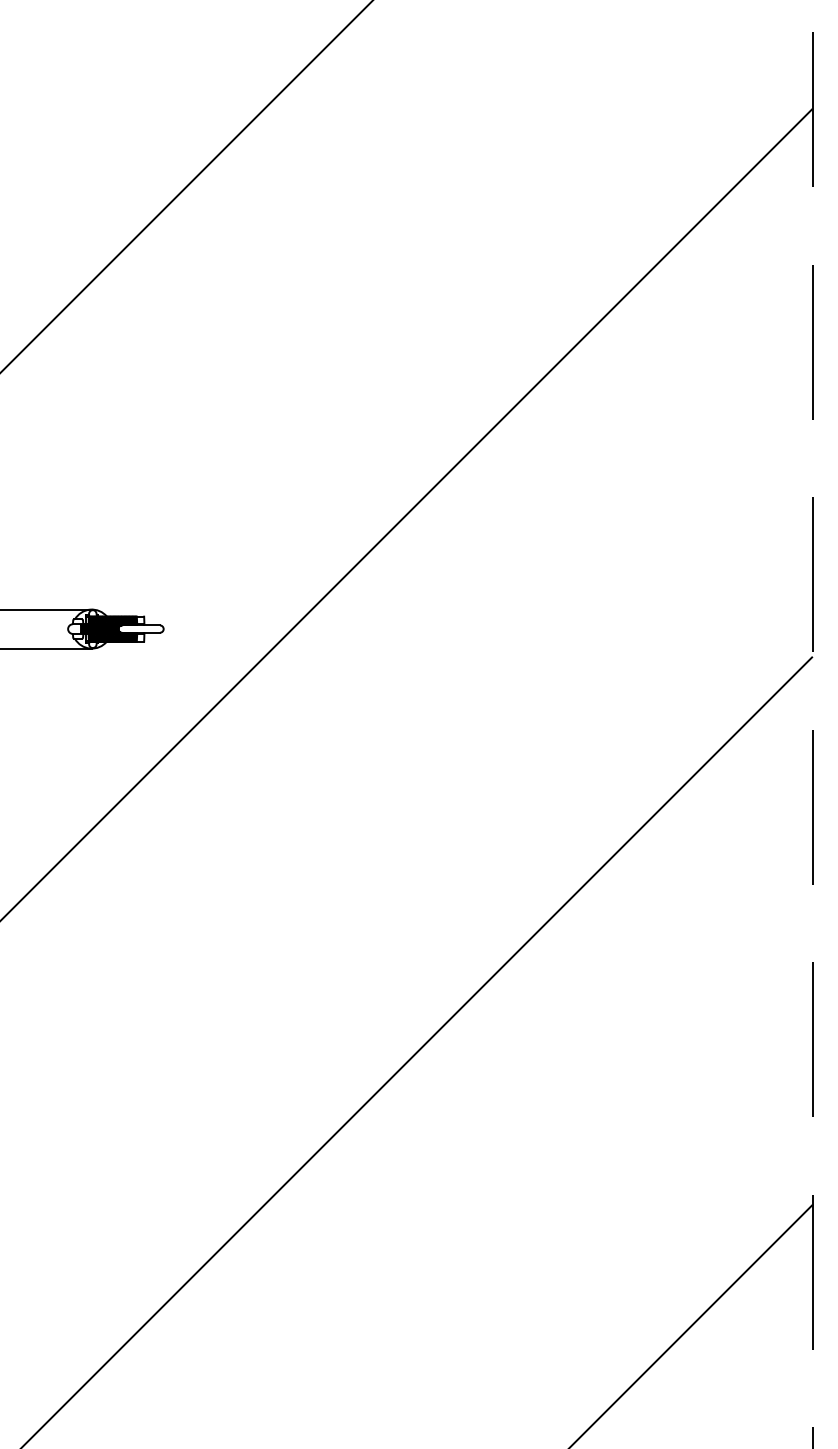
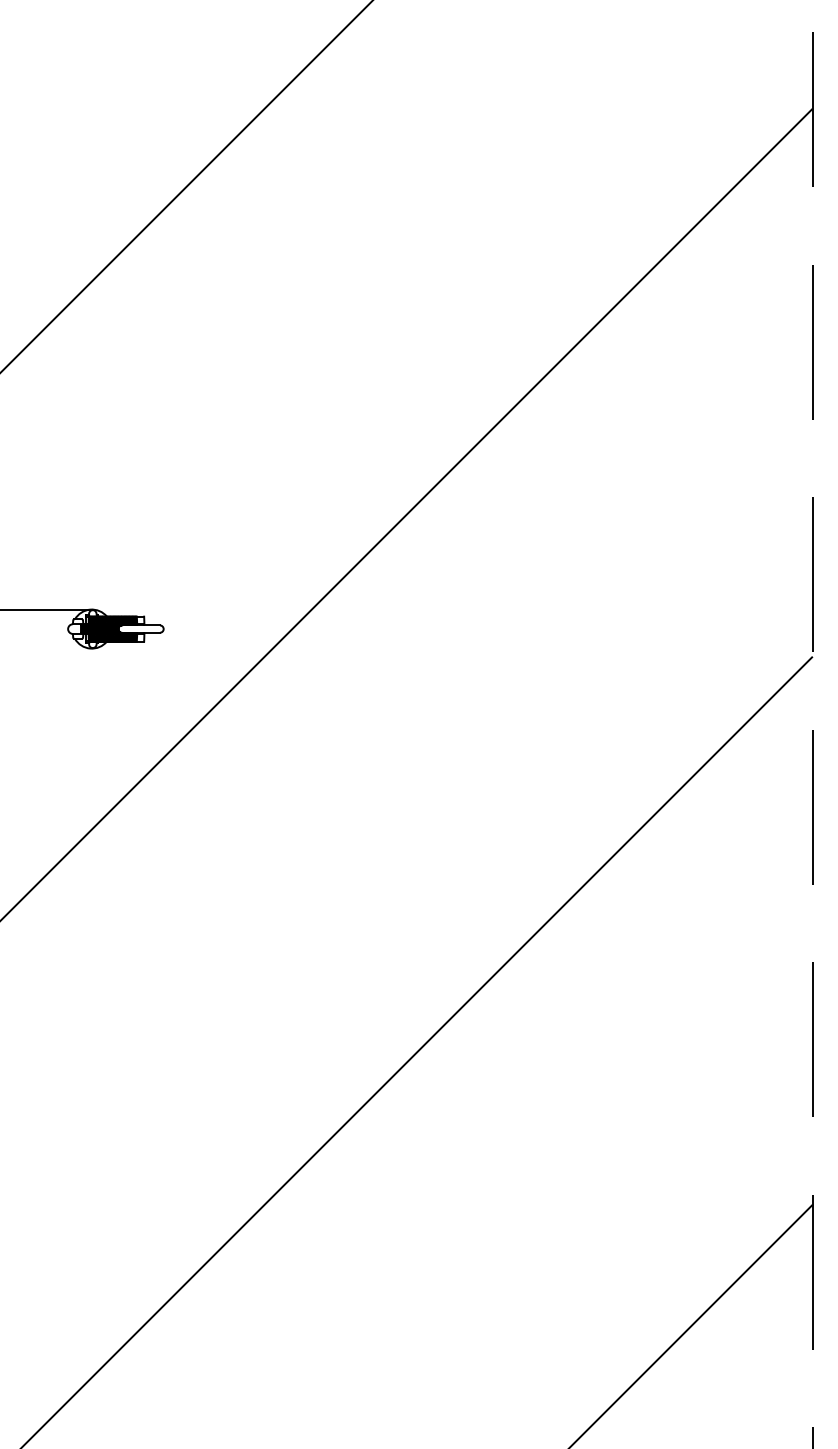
line at (46, 648): present -> none
